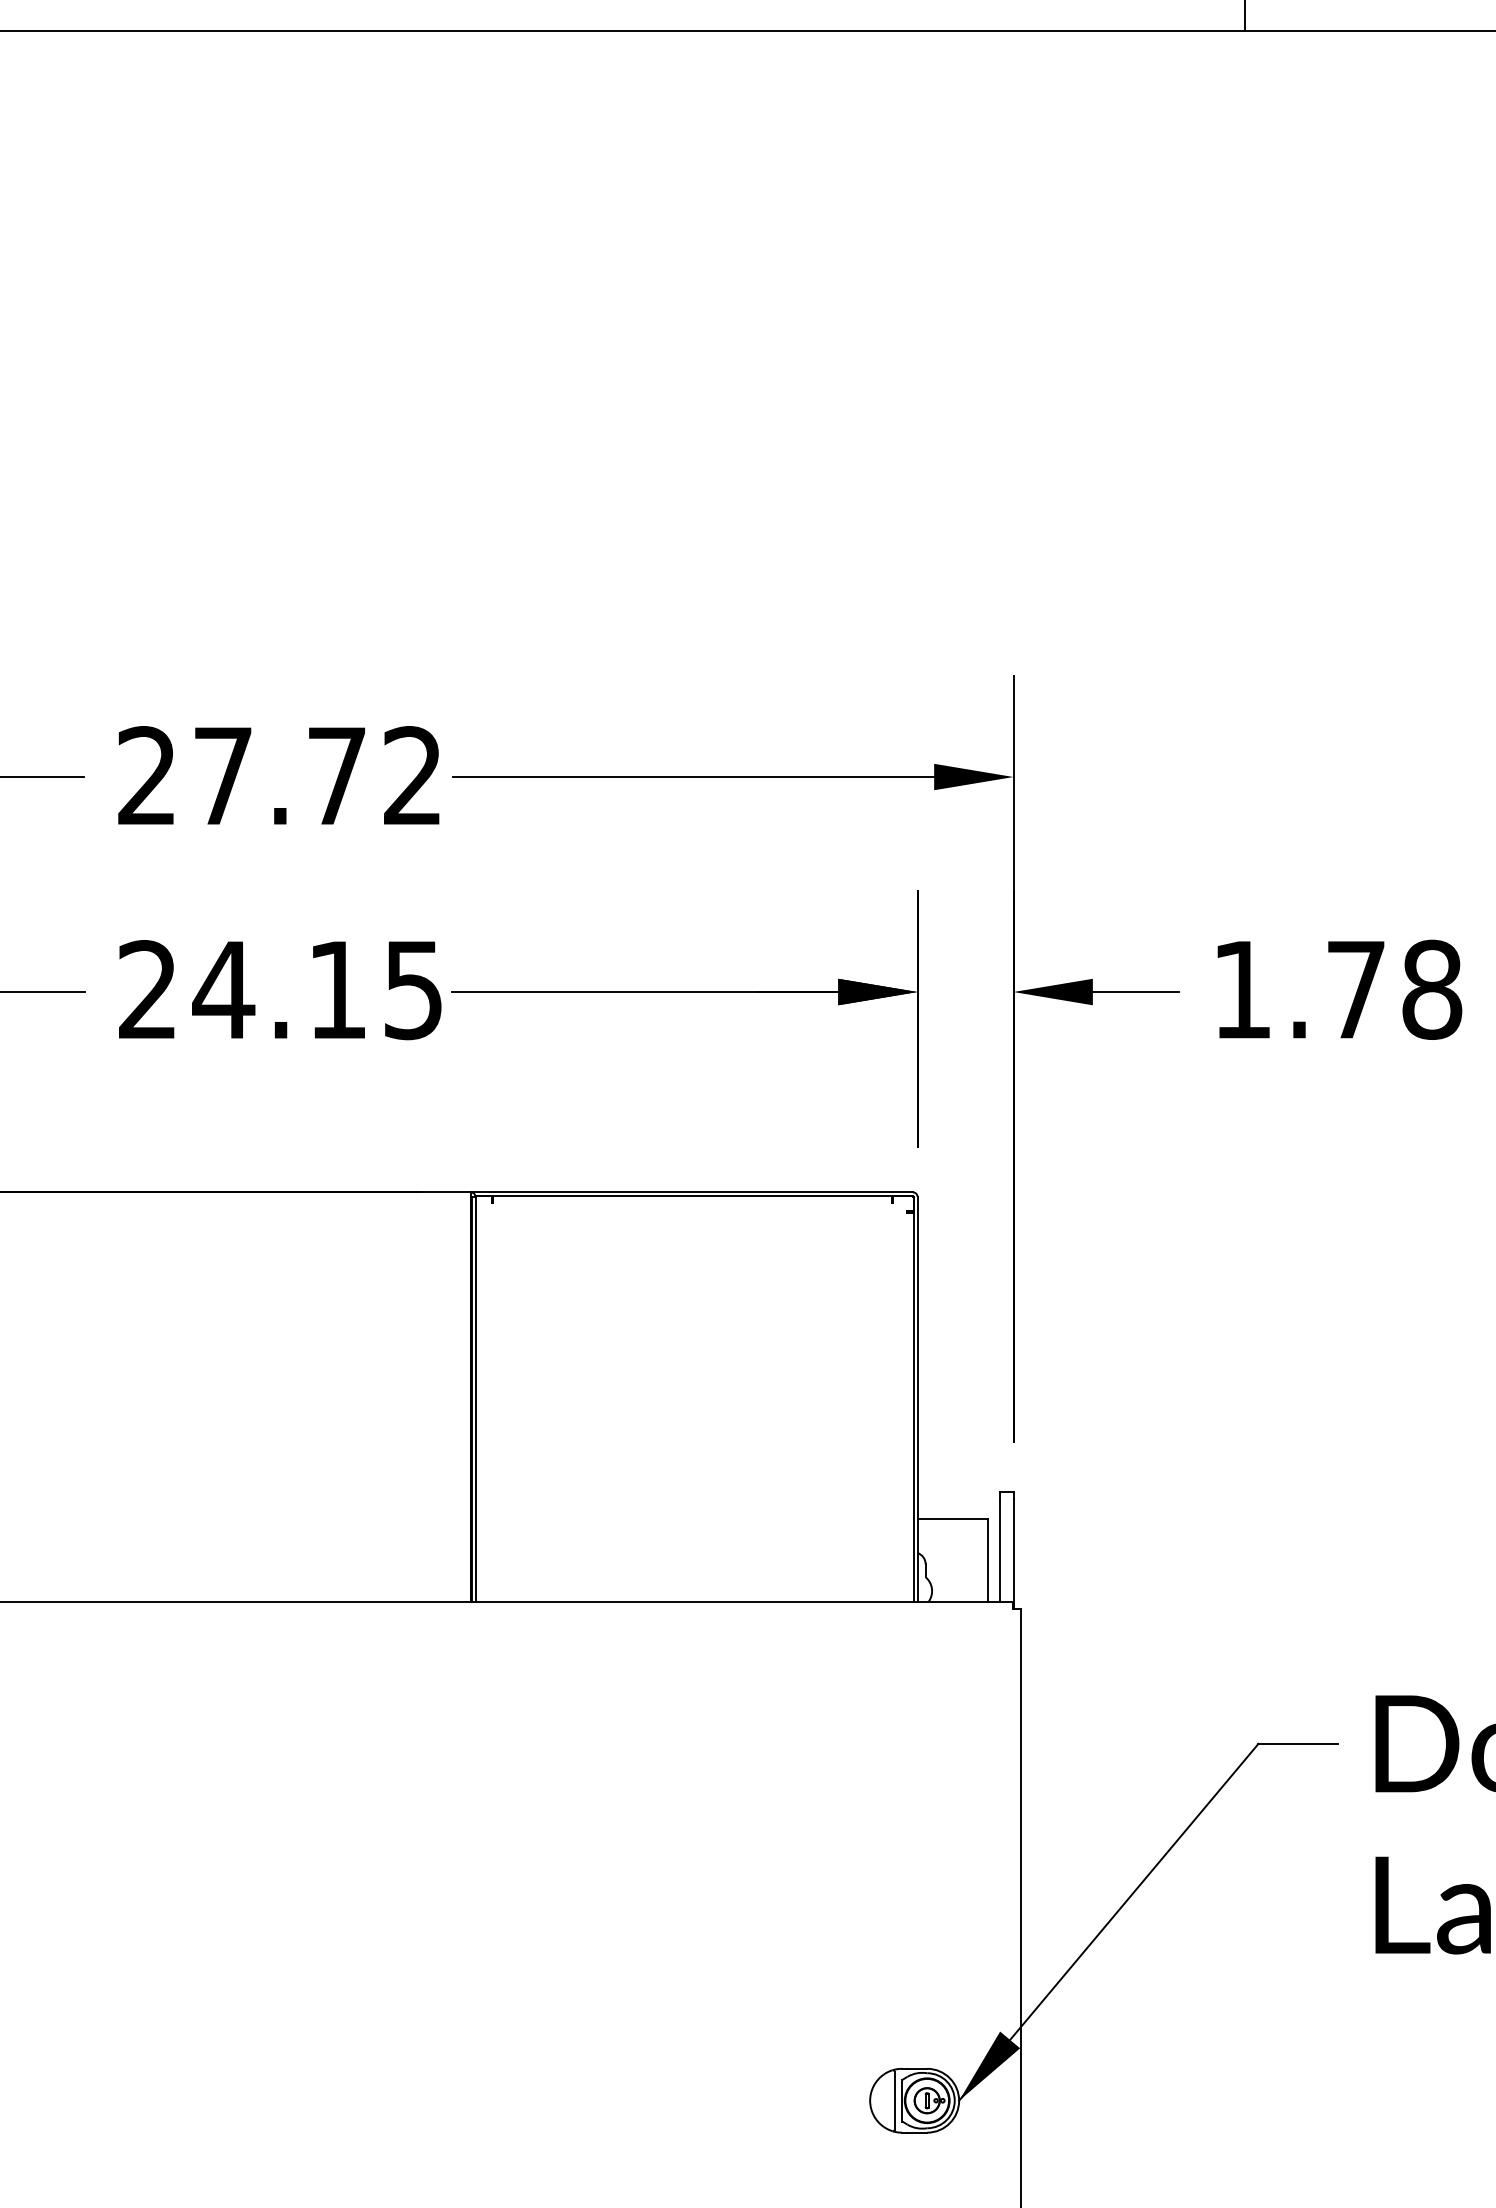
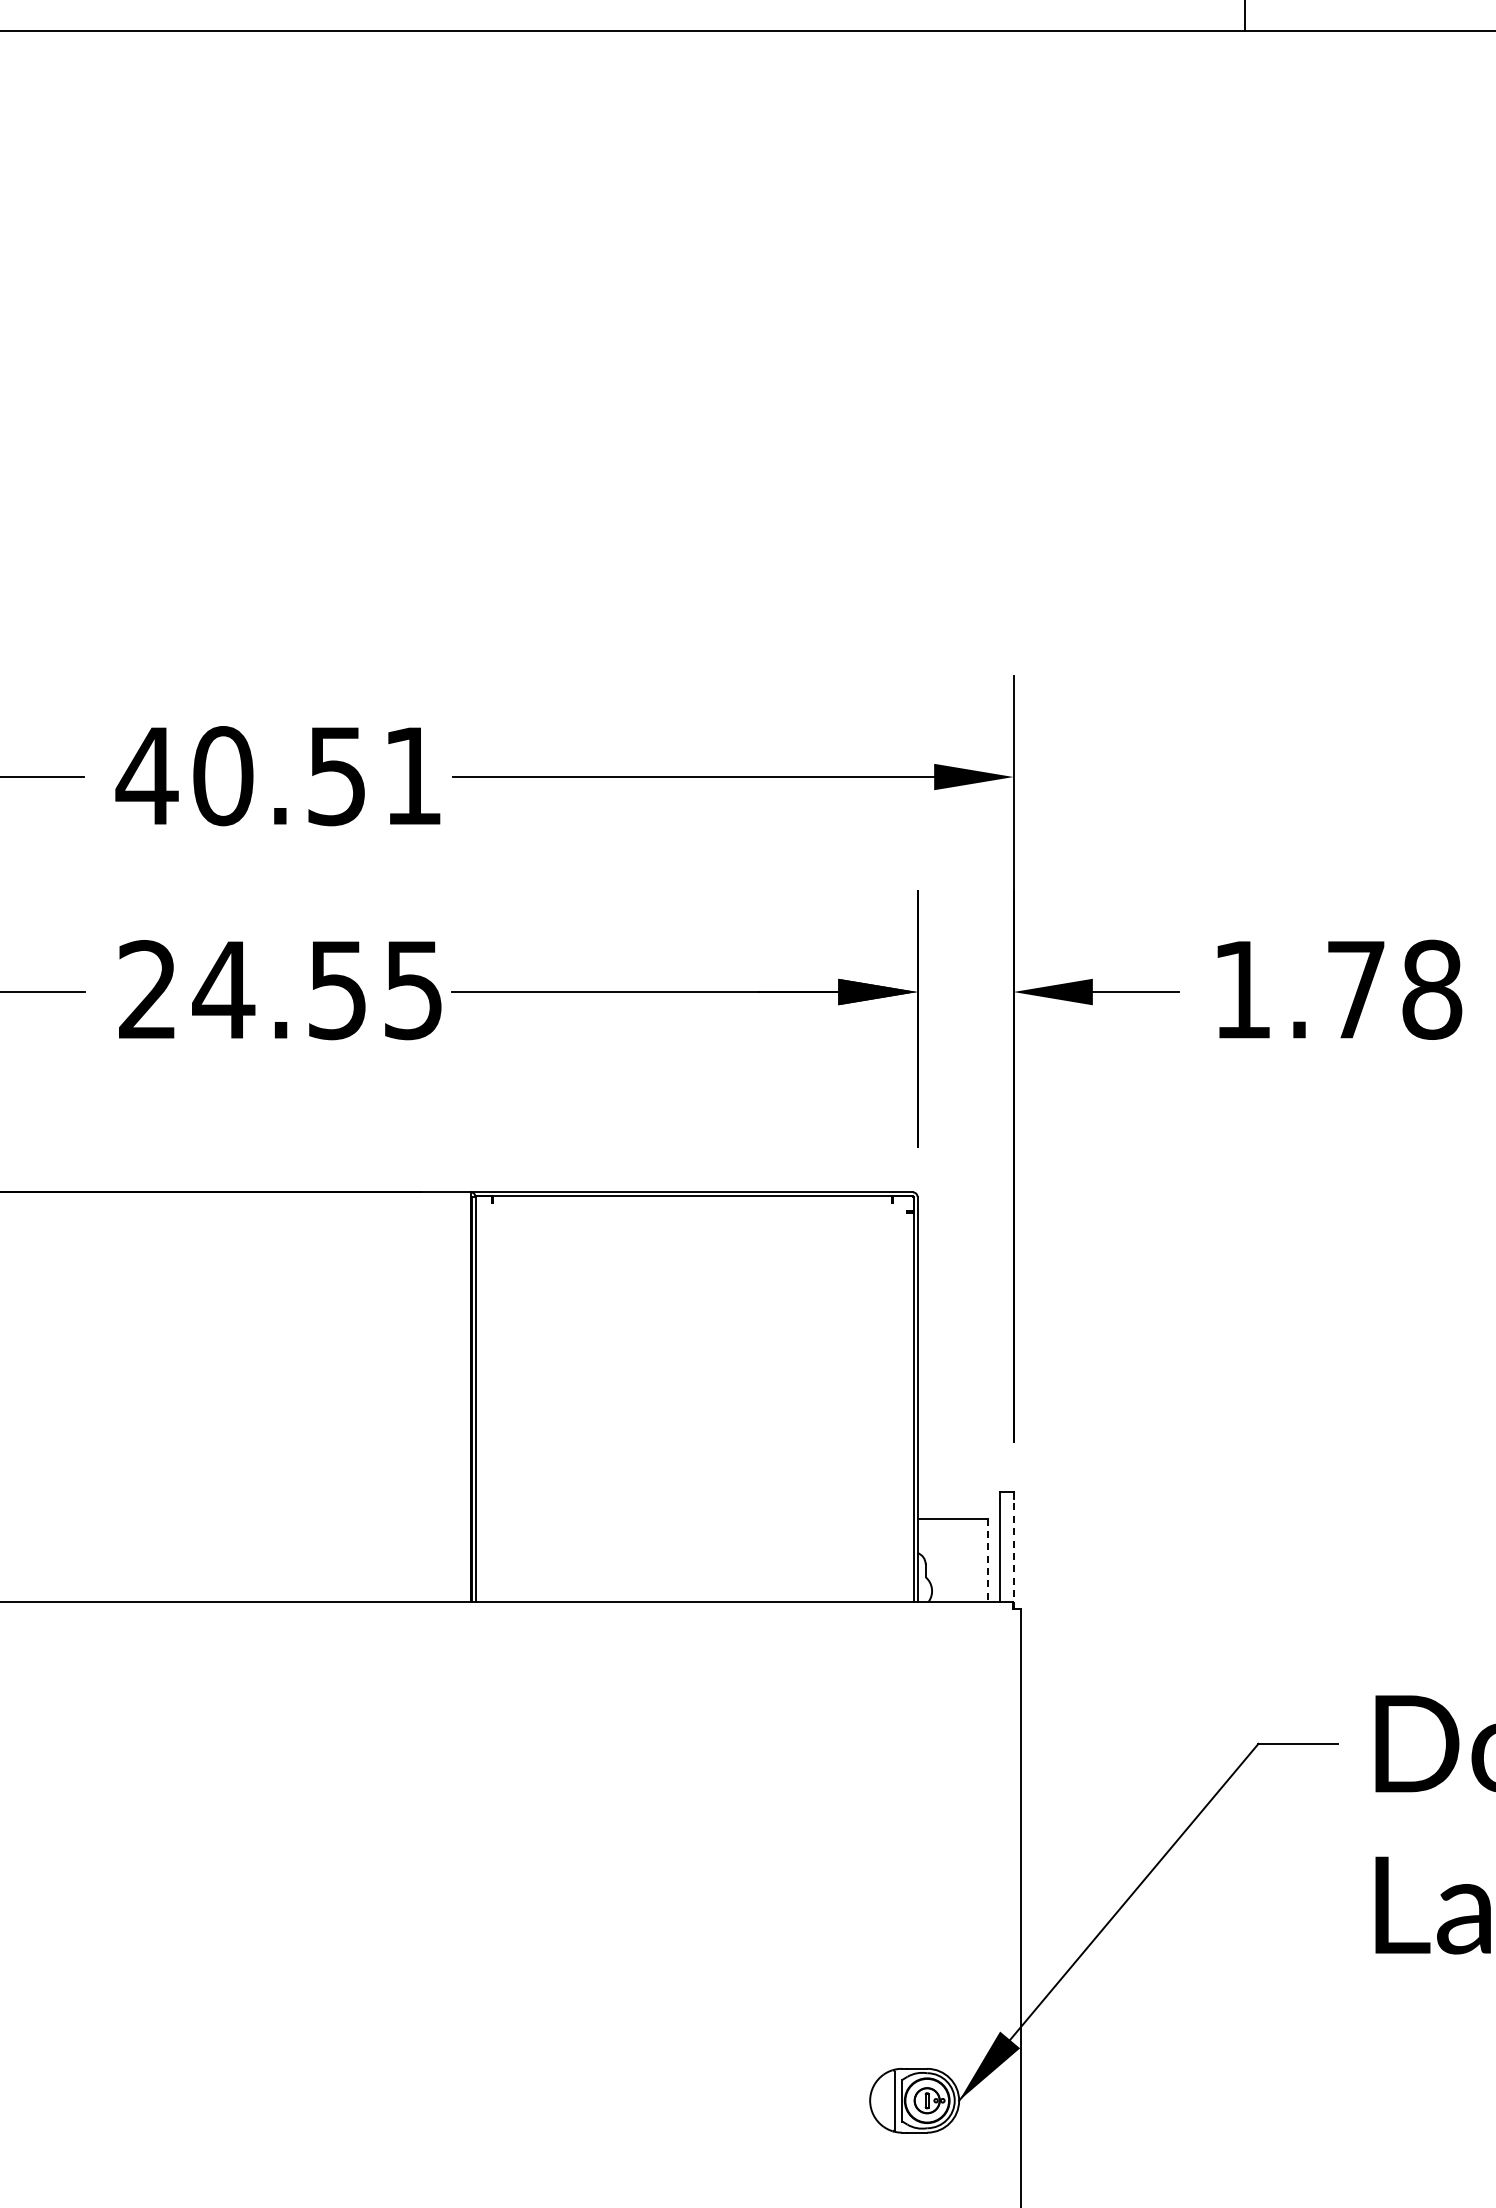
text at (277, 776): 27.72 -> 40.51
text at (337, 990): 24.15 -> 24.55
line at (1013, 1553): solid -> dashed
line at (987, 1560): solid -> dashed
